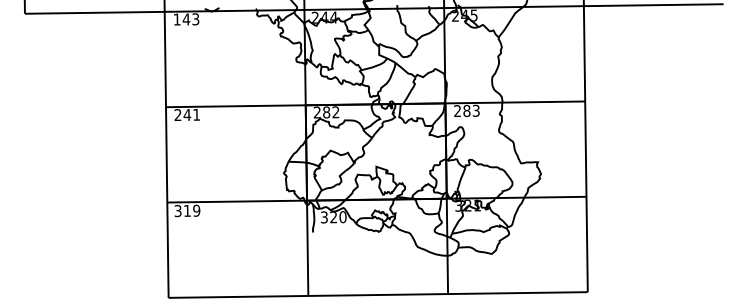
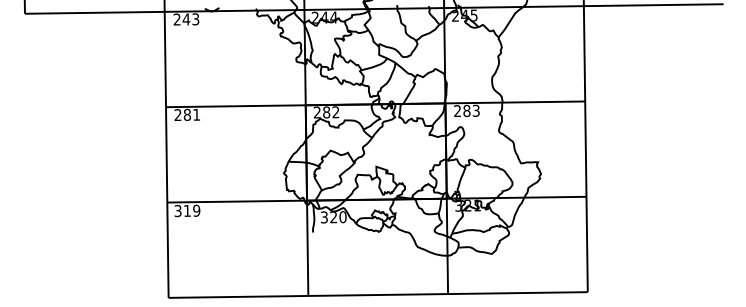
text at (176, 19): 143 -> 243
text at (187, 114): 241 -> 281
